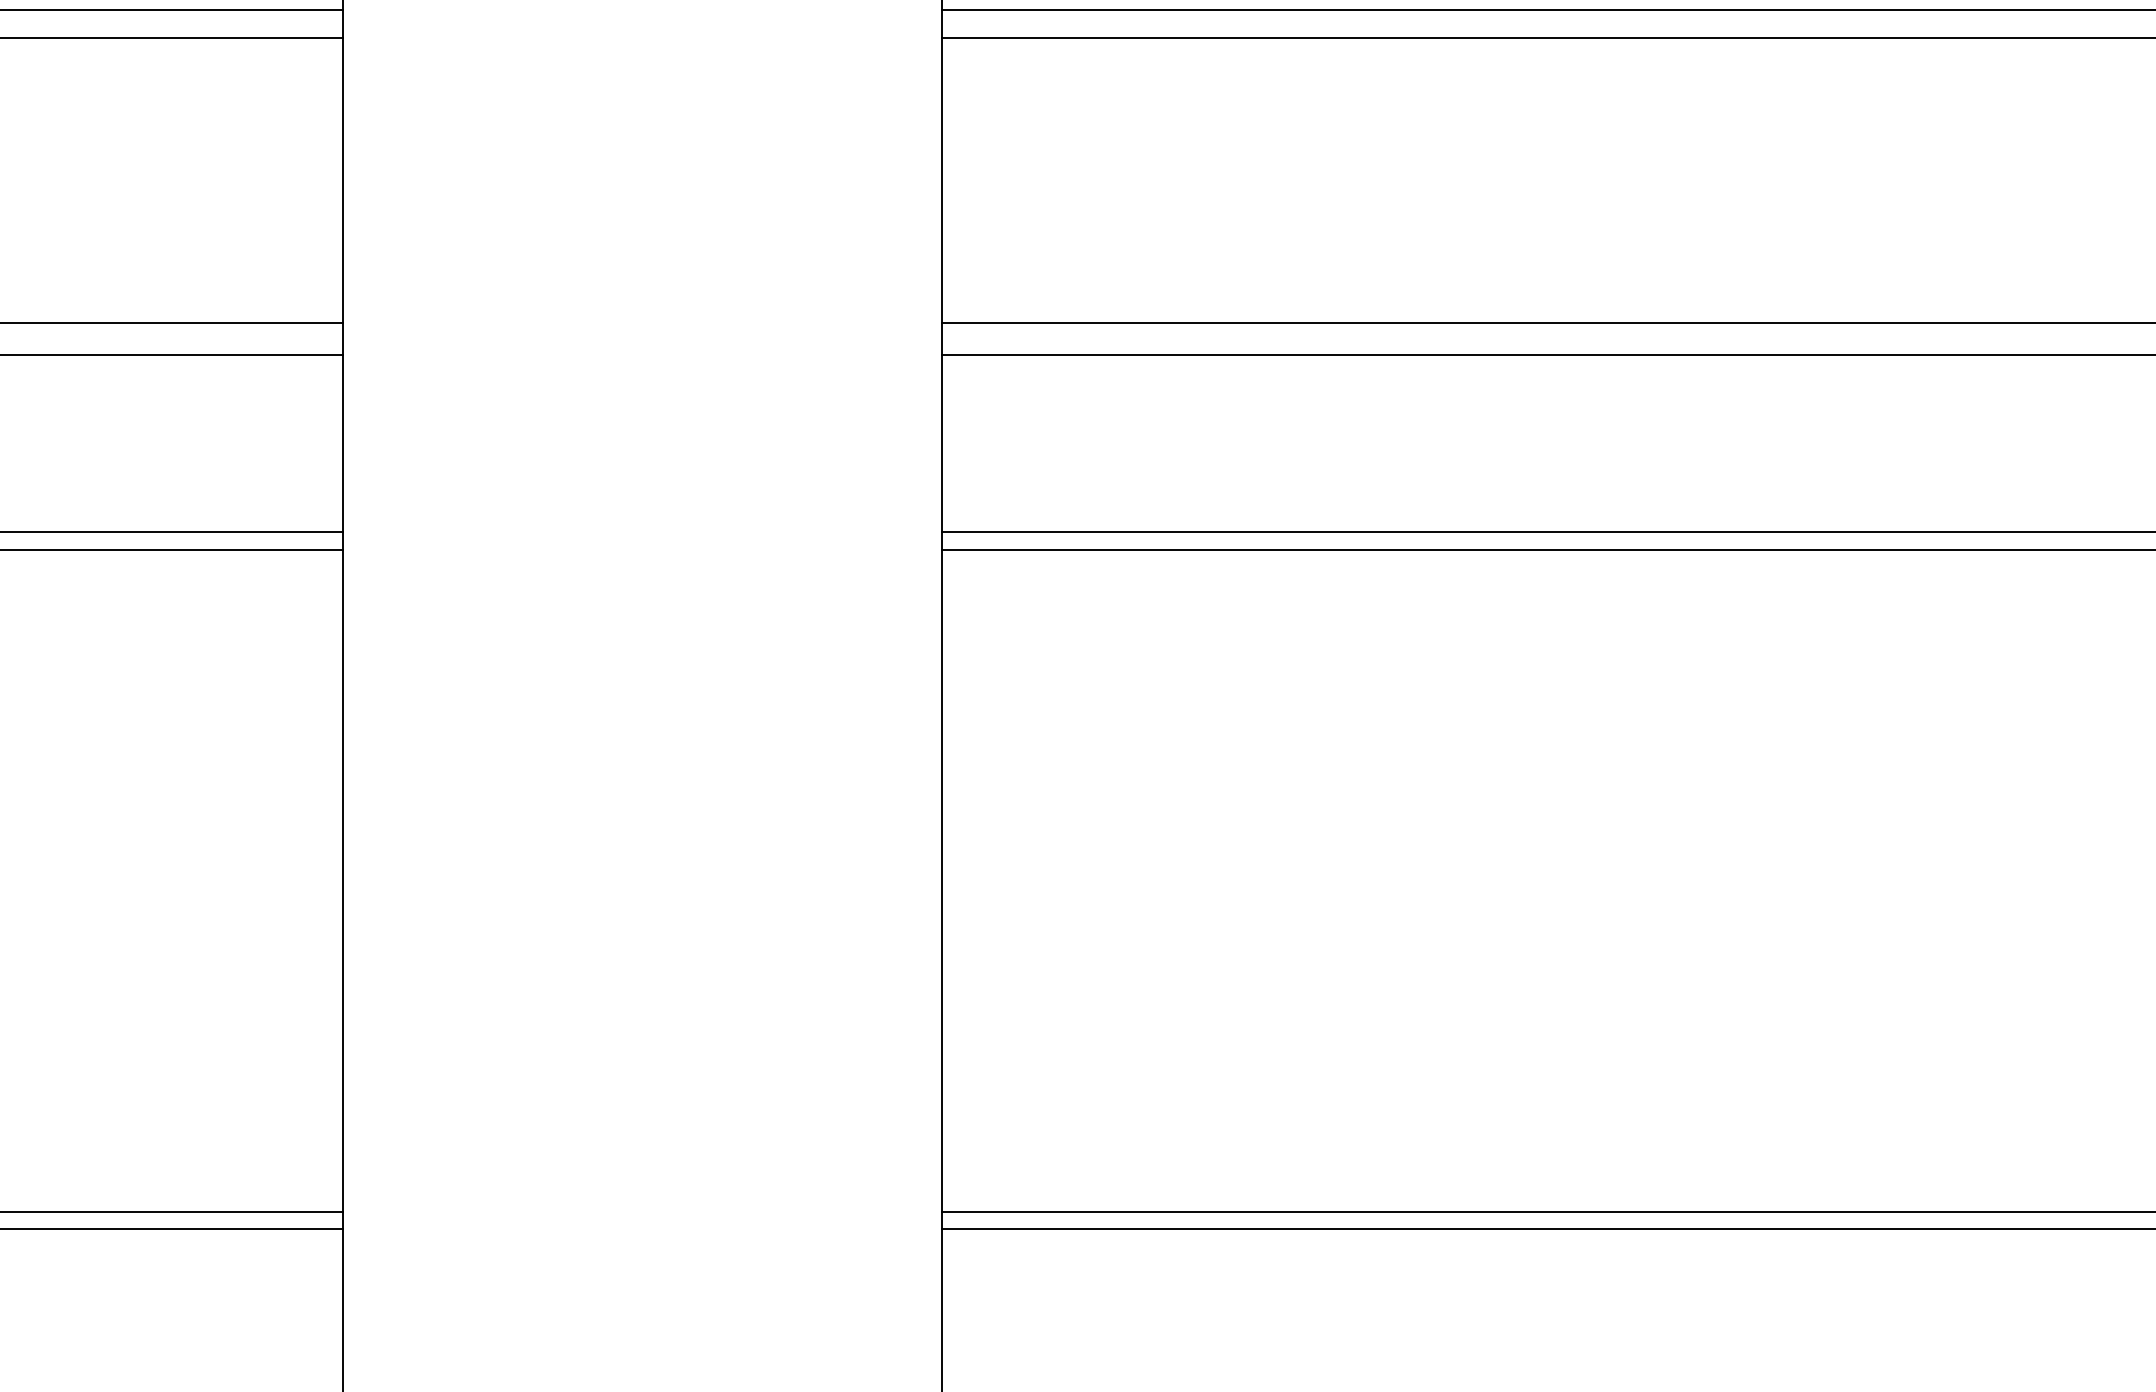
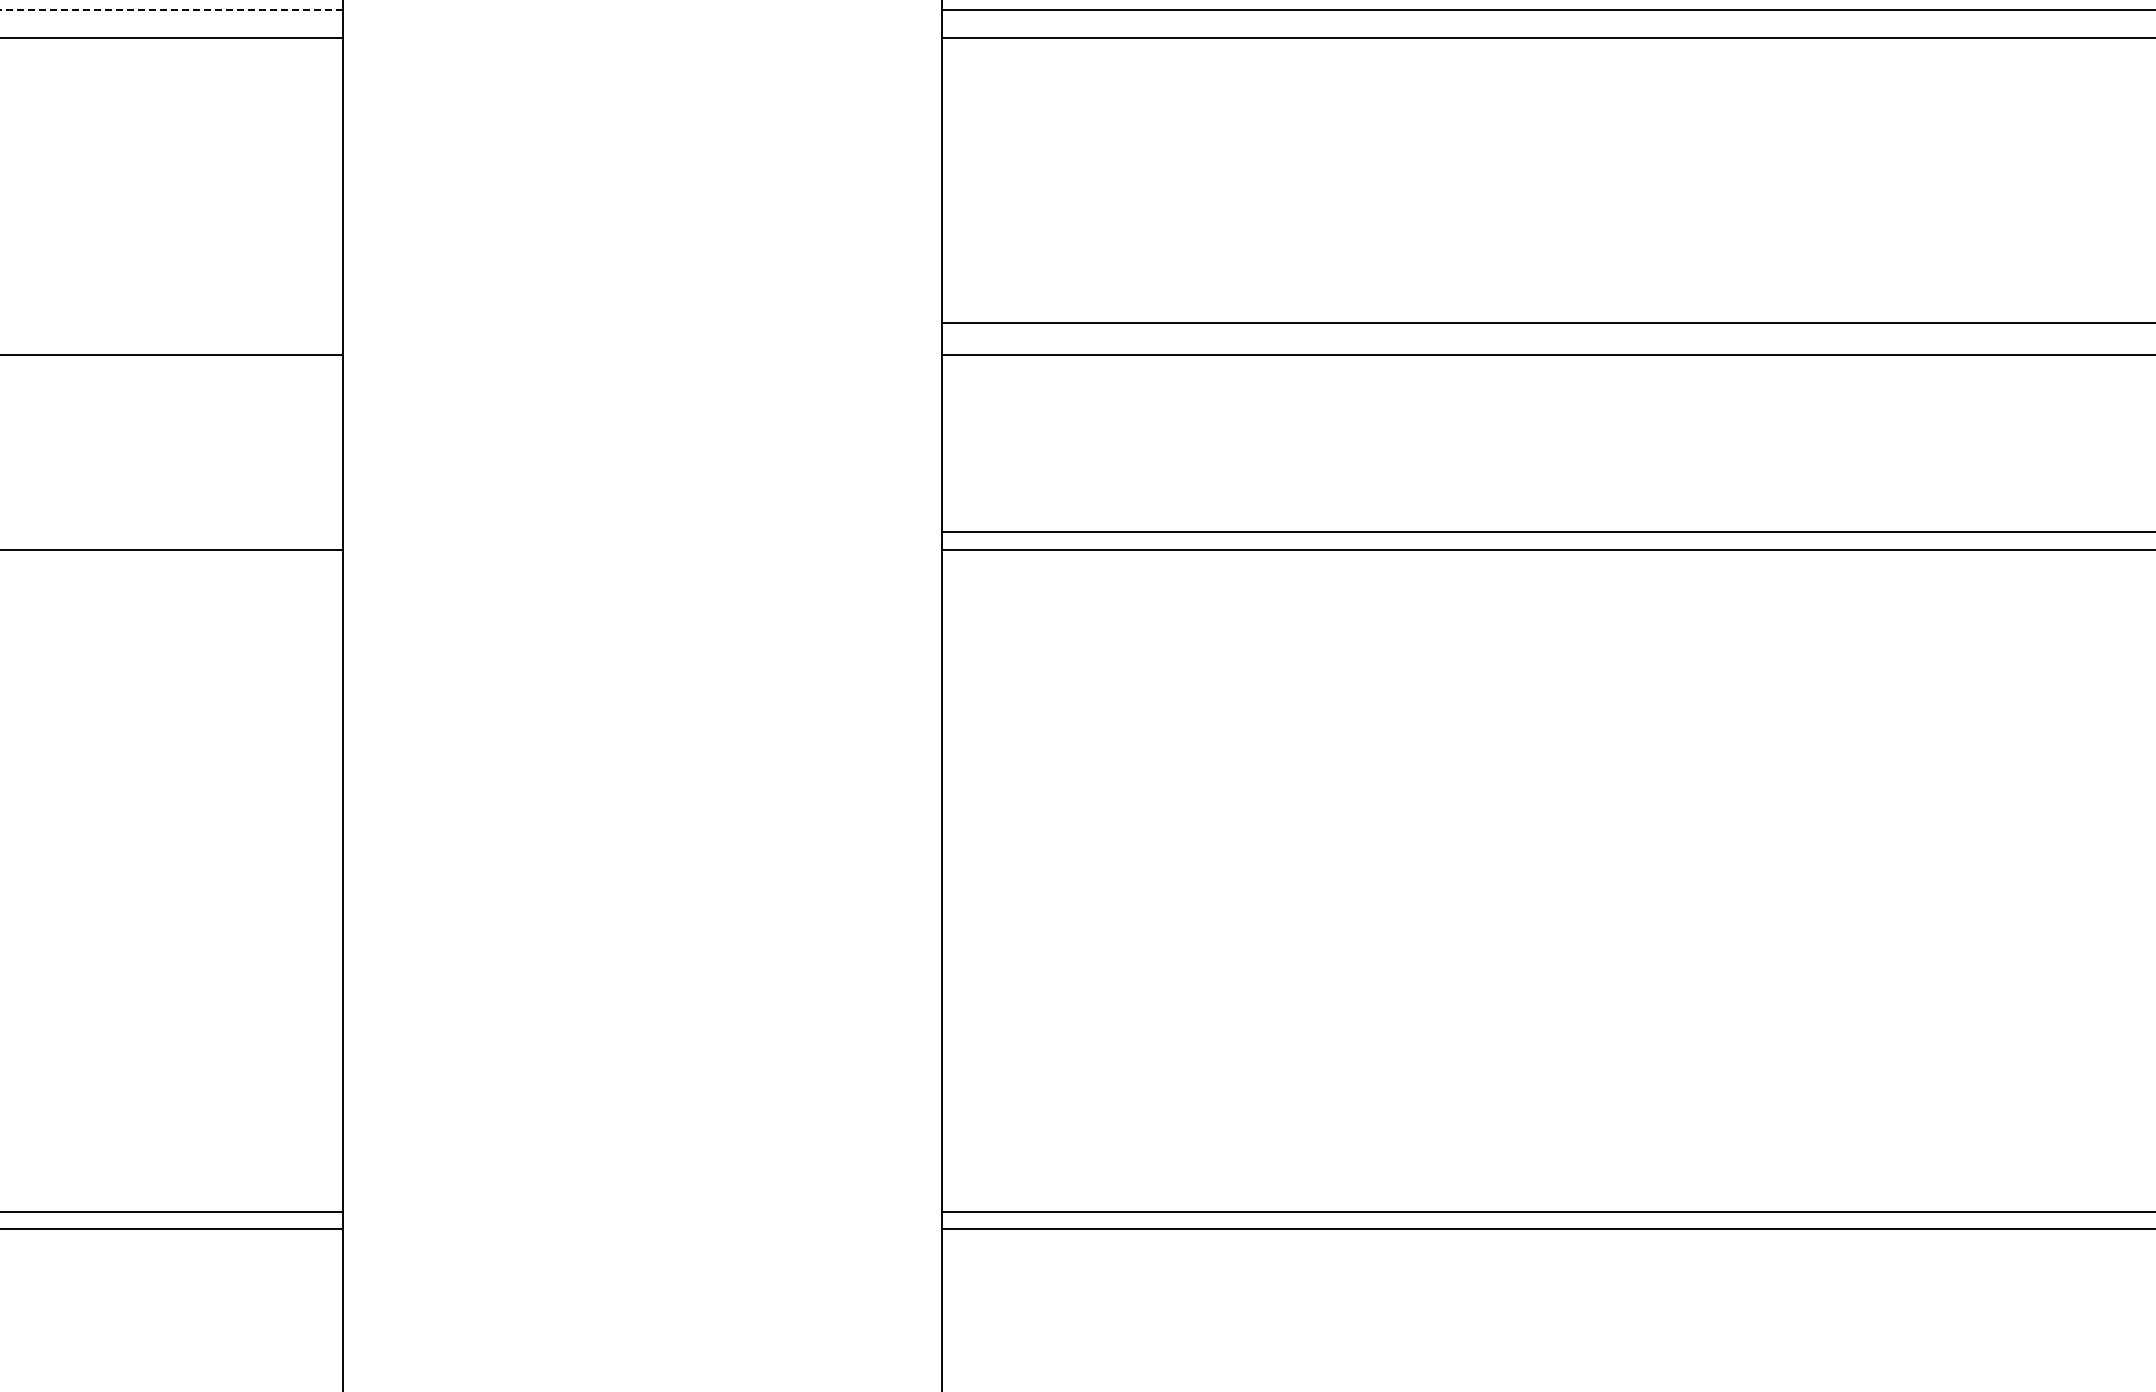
line at (171, 10): solid -> dashed
line at (172, 323): present -> none
line at (172, 532): present -> none
